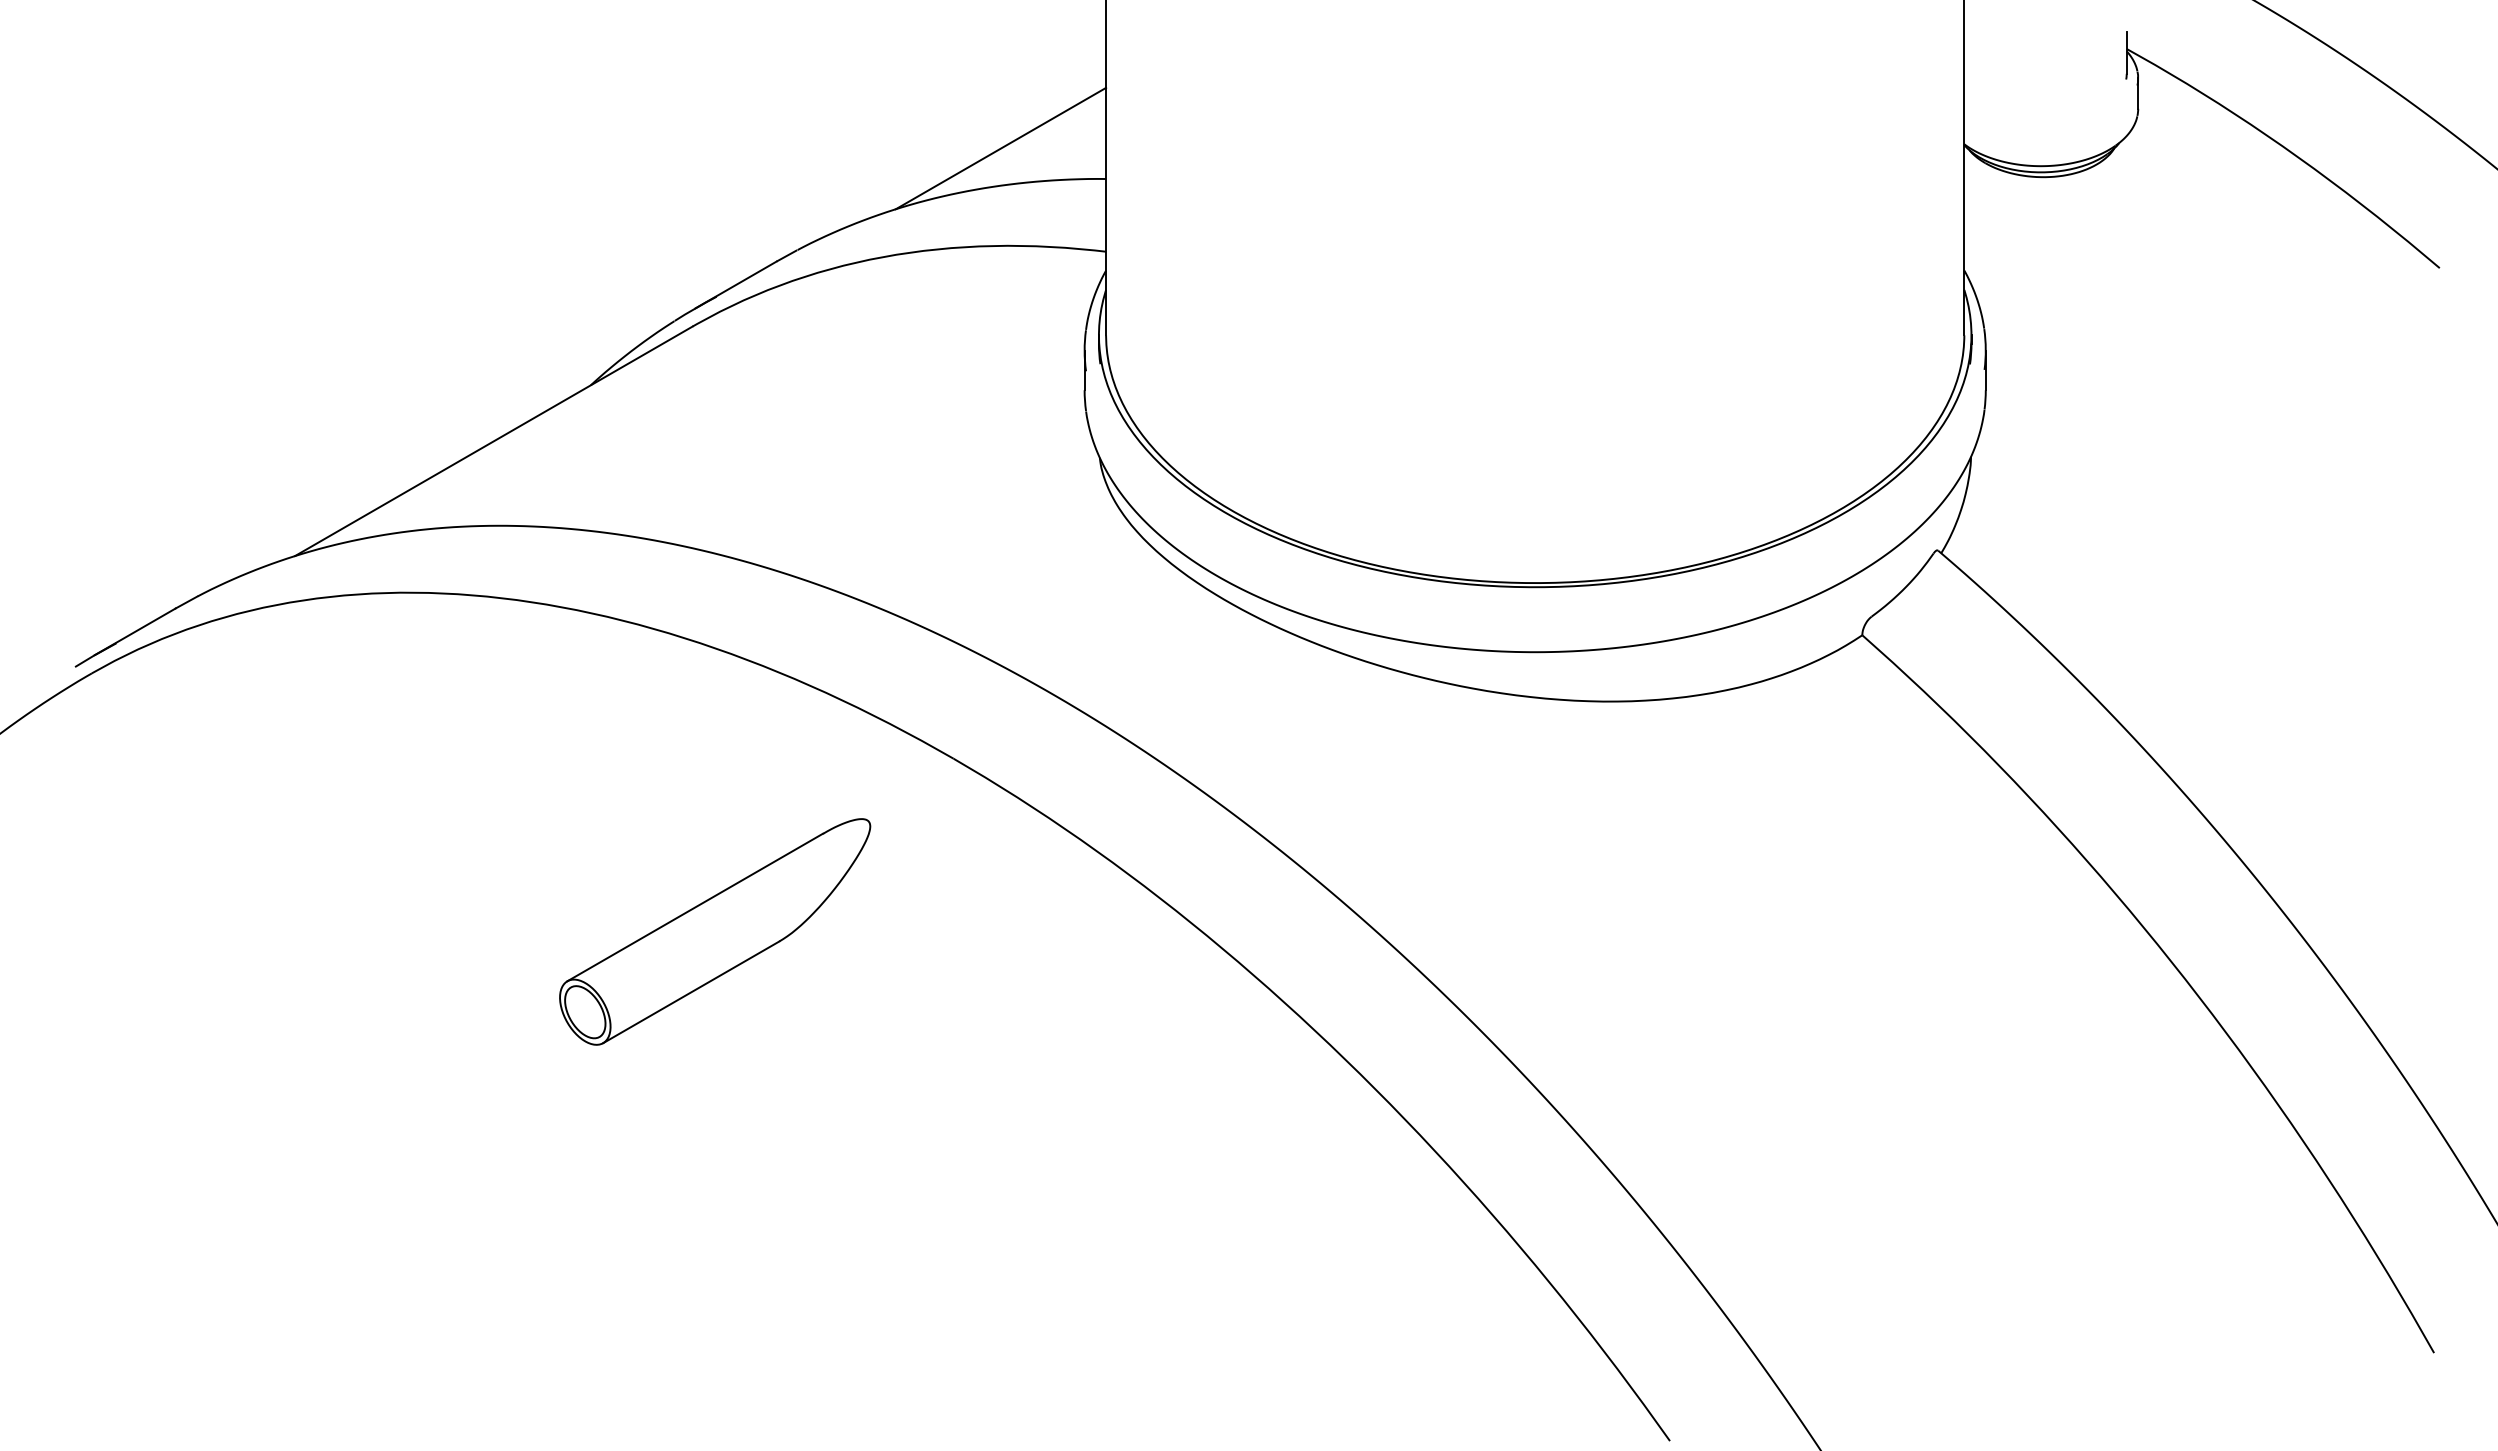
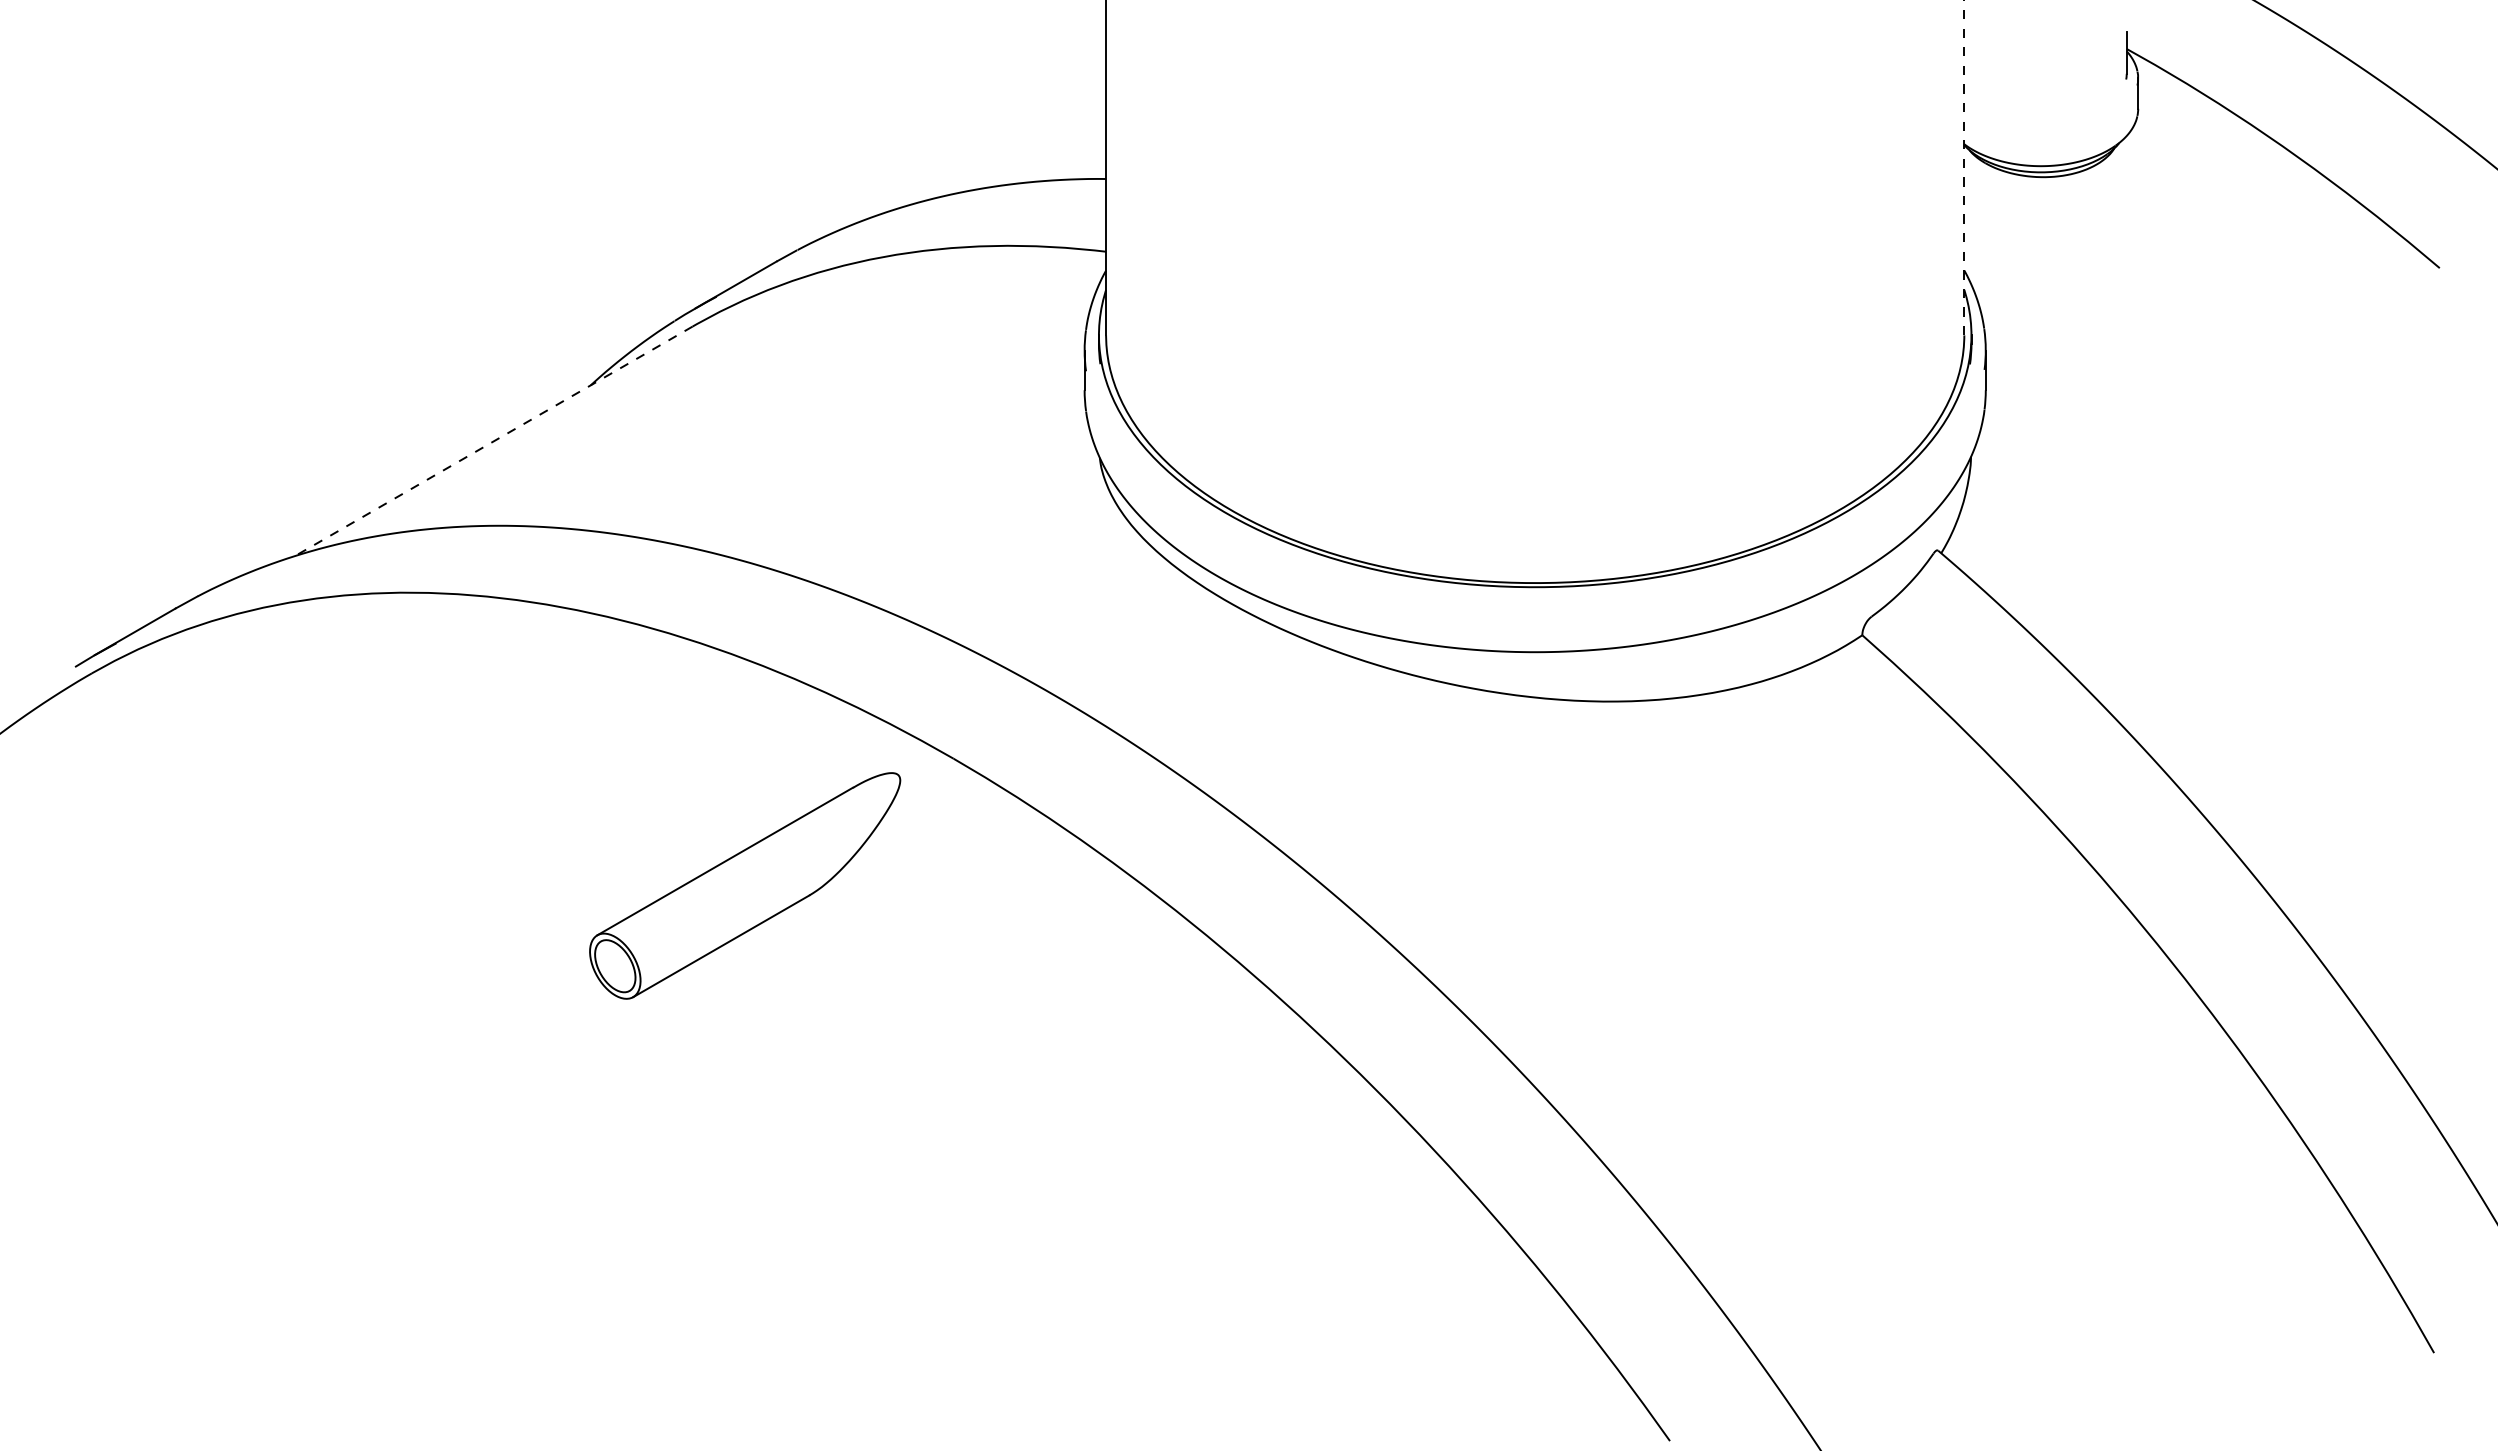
line at (1000, 148): present -> none
line at (1964, 167): solid -> dashed
line at (493, 441): solid -> dashed
part at (715, 931) position: (715, 931) -> (745, 885)
